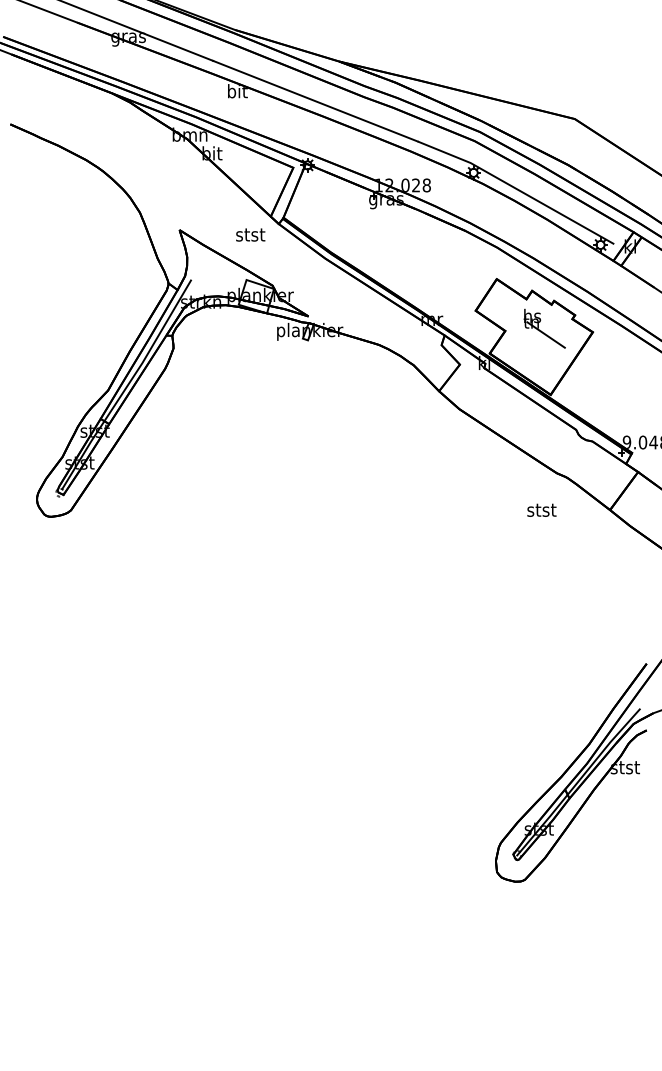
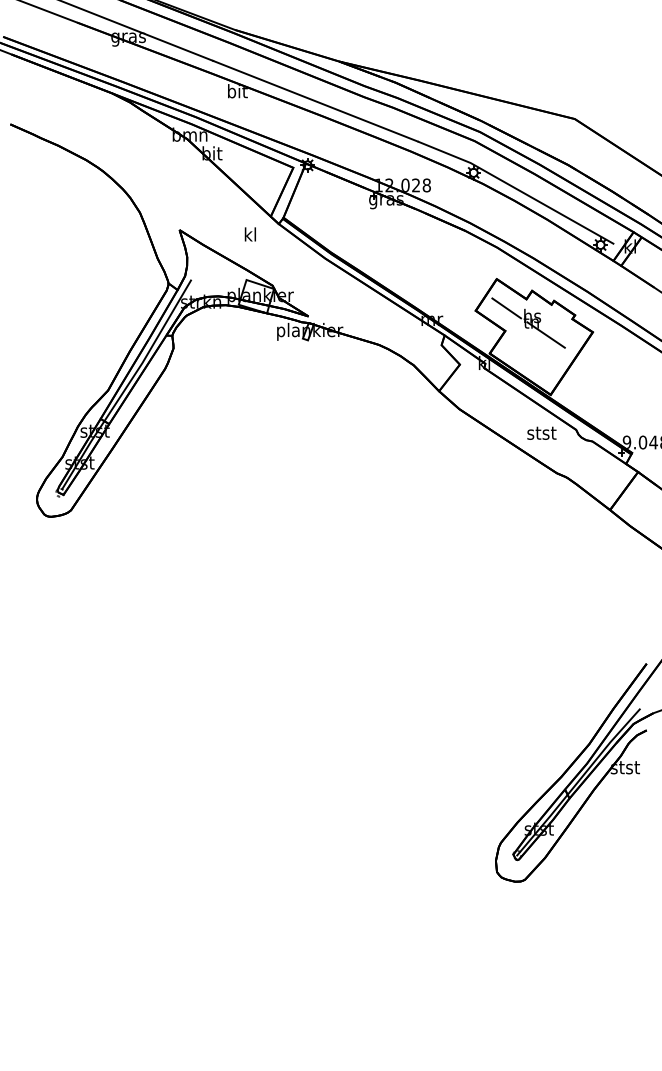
text at (250, 234): stst -> kl
line at (506, 308): none -> present
text at (541, 509) position: (541, 509) -> (541, 432)
